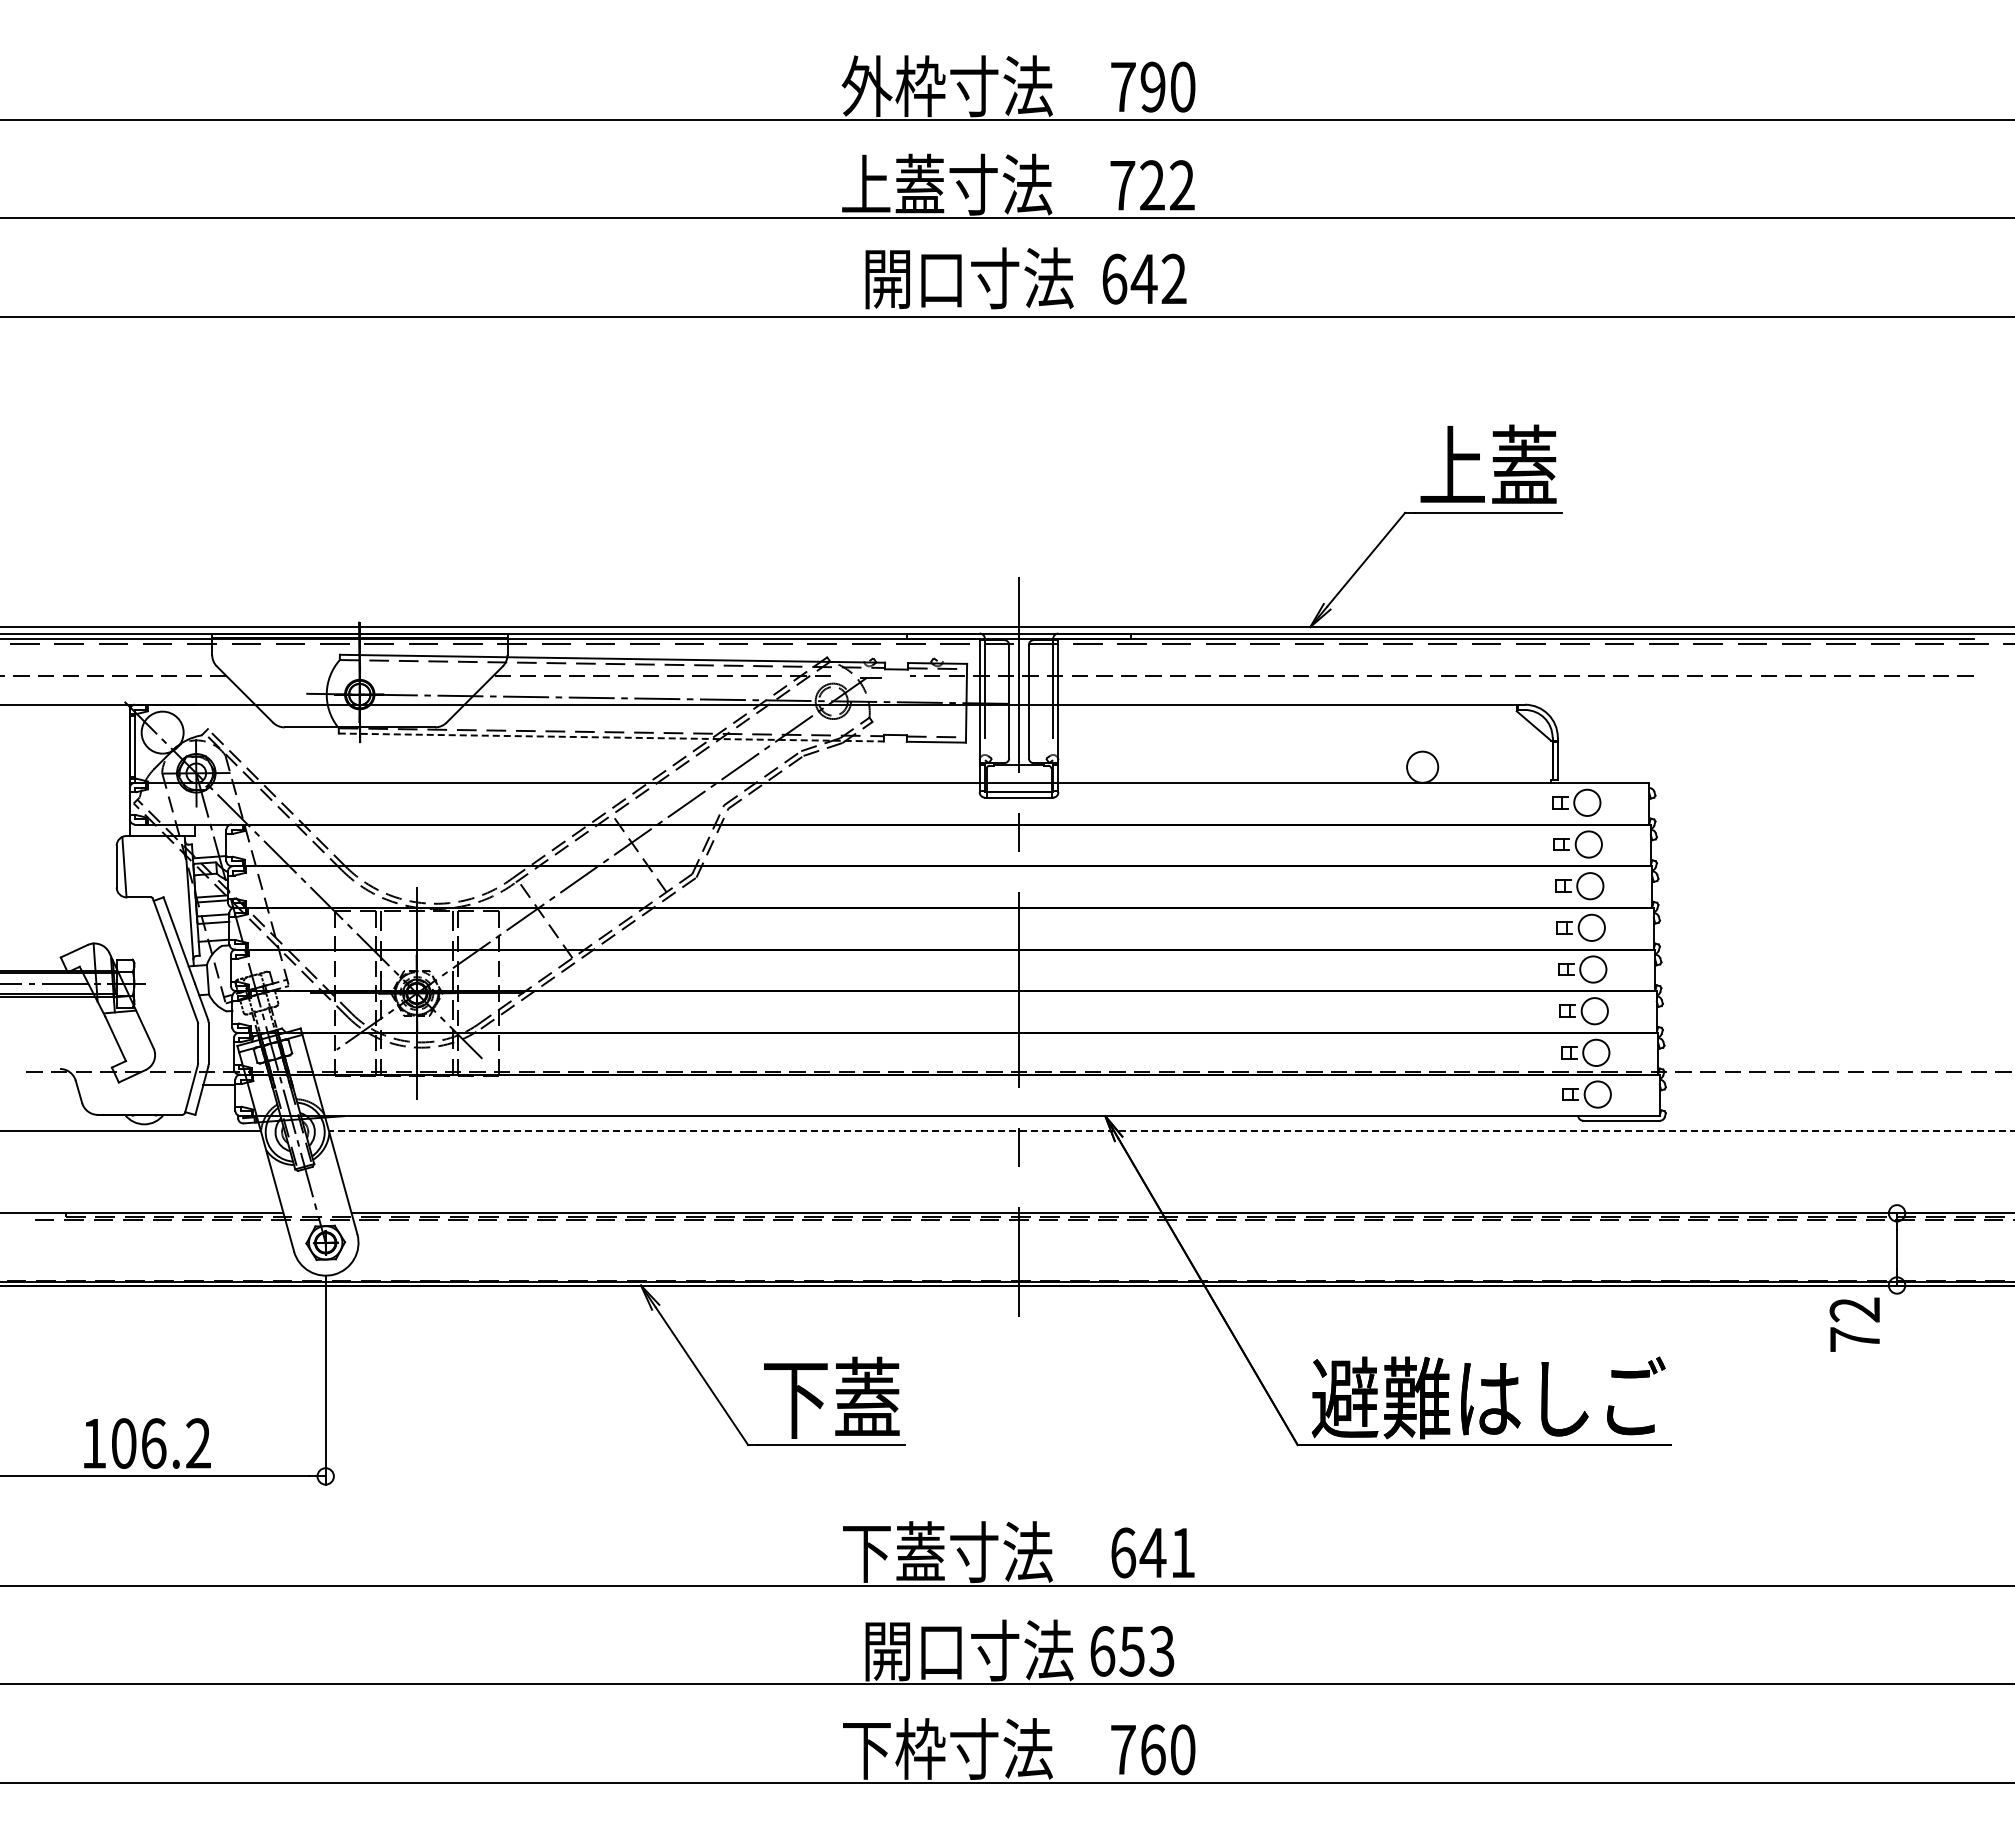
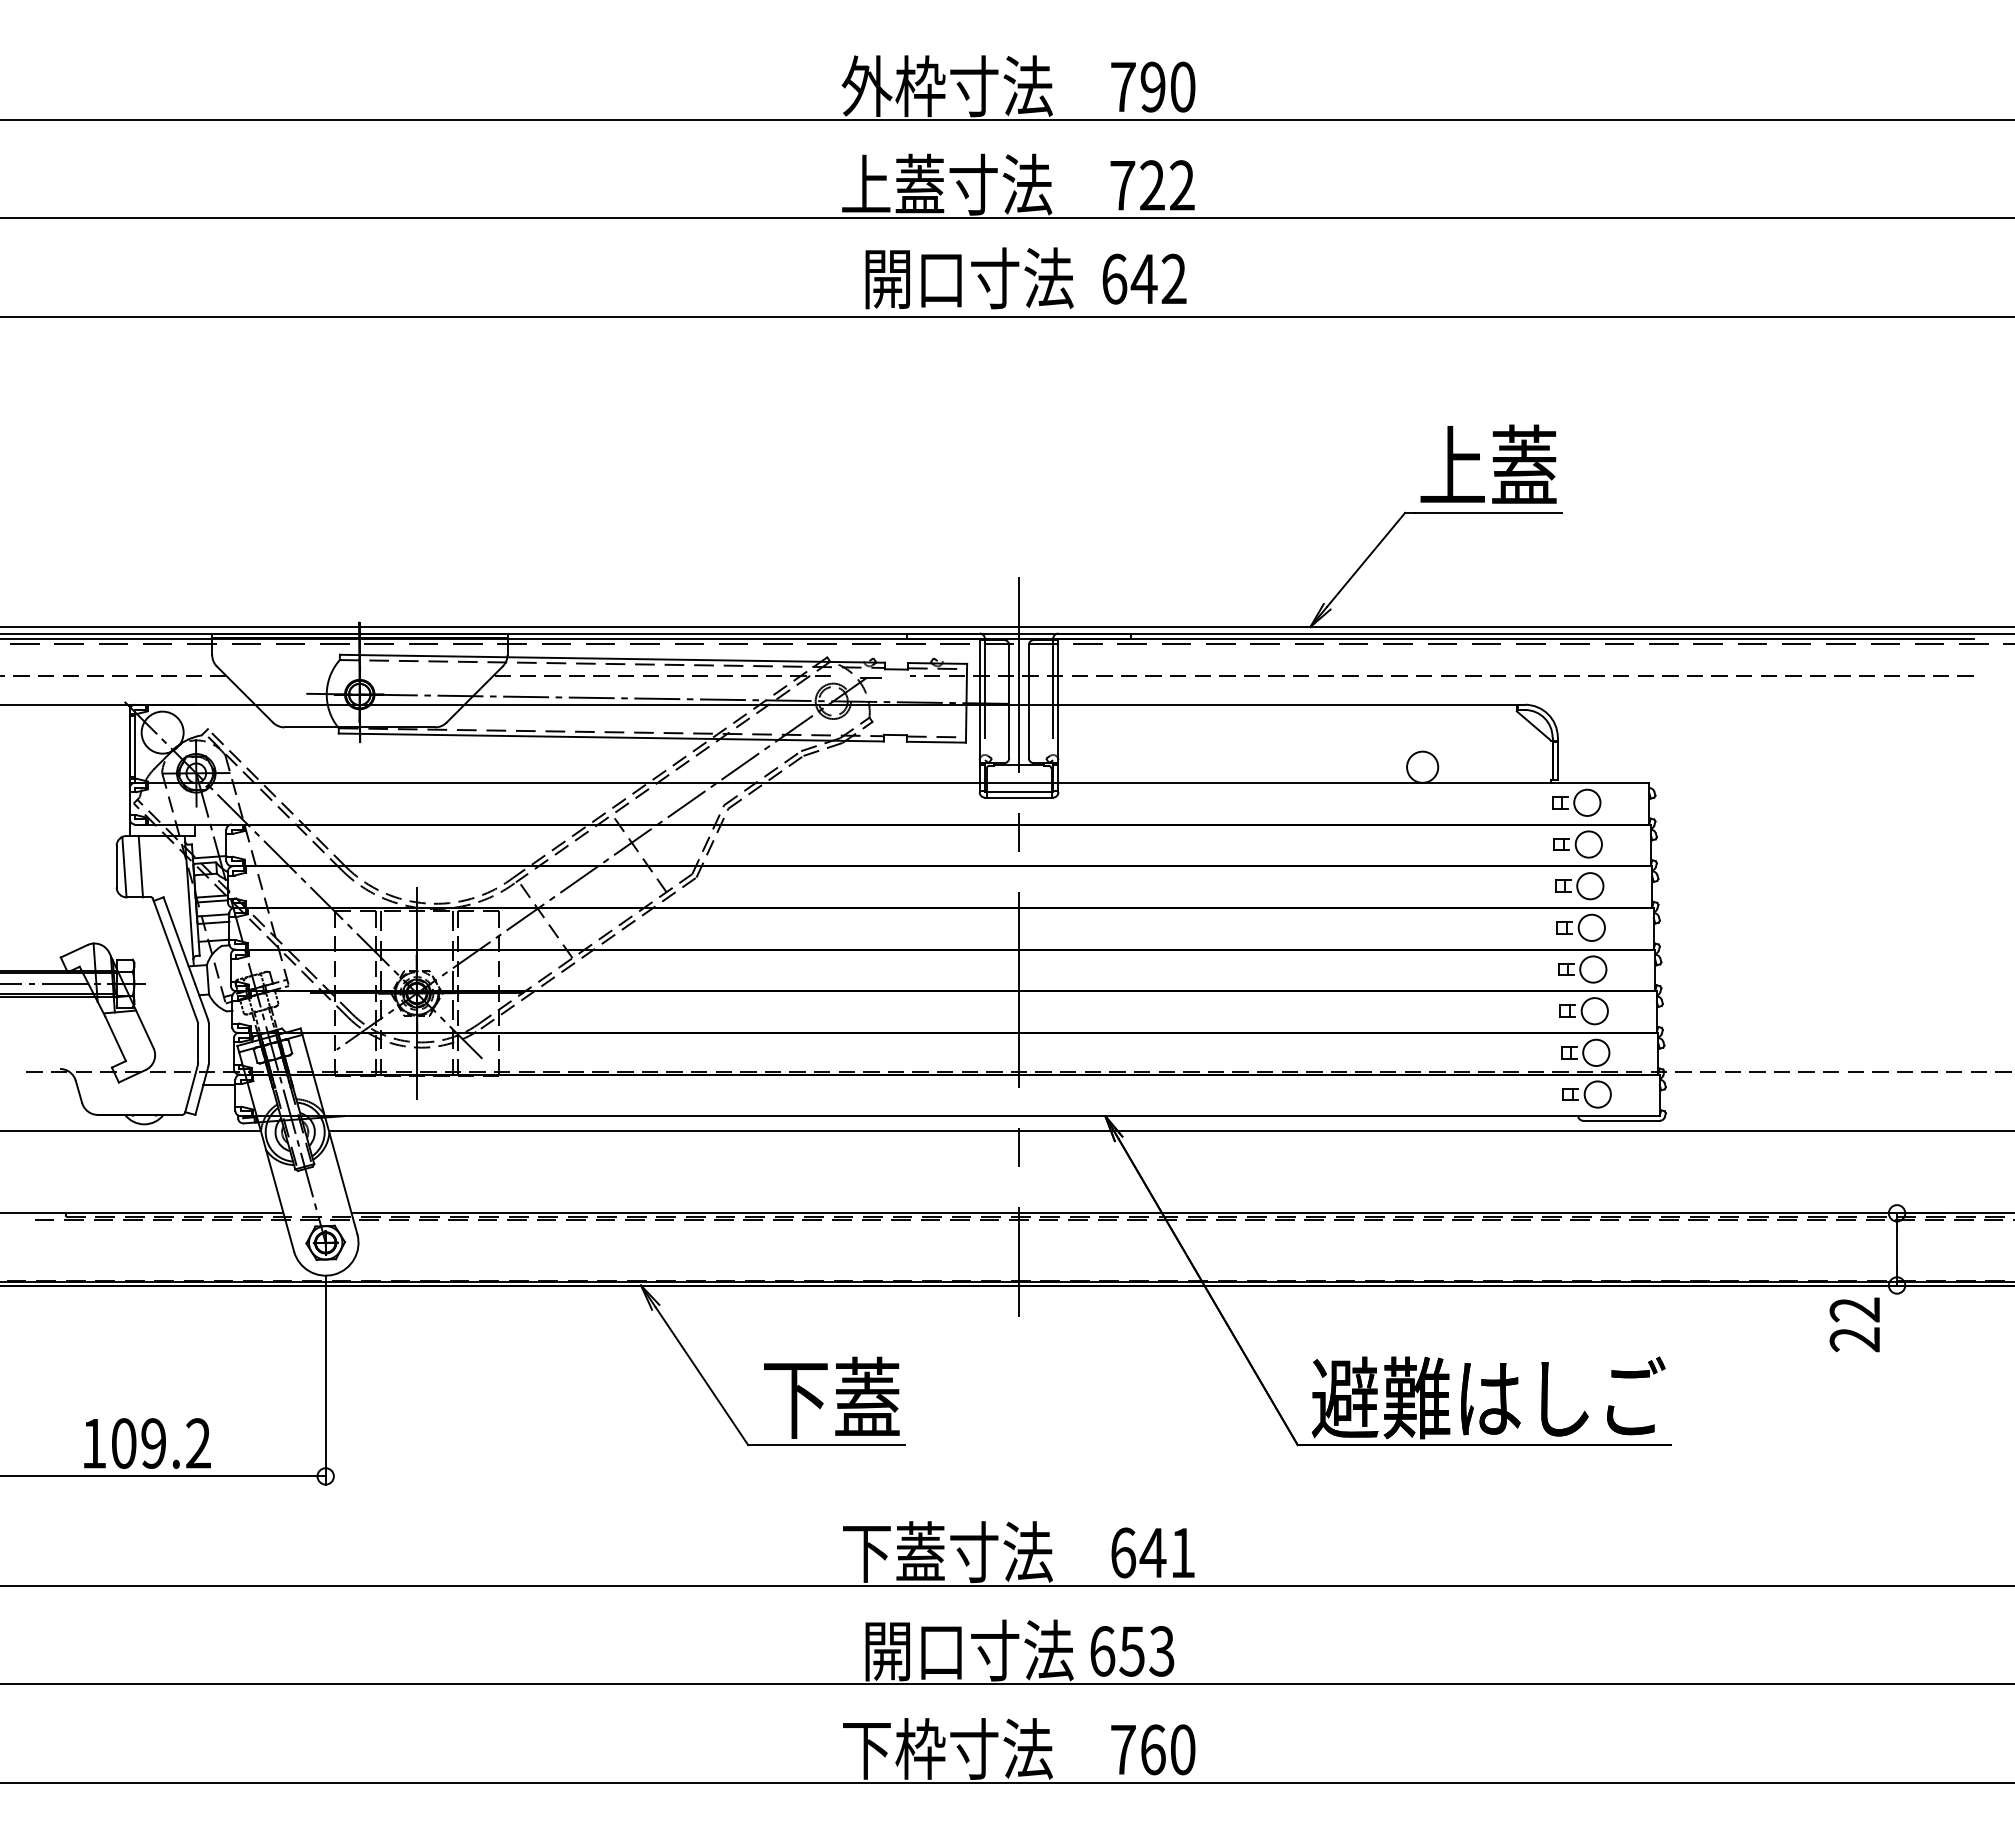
line at (611, 737): dashed -> solid
line at (140, 866): none -> present
line at (1171, 1131): dashed -> solid
text at (1854, 1339): 72 -> 22
text at (153, 1443): 106.2 -> 109.2
